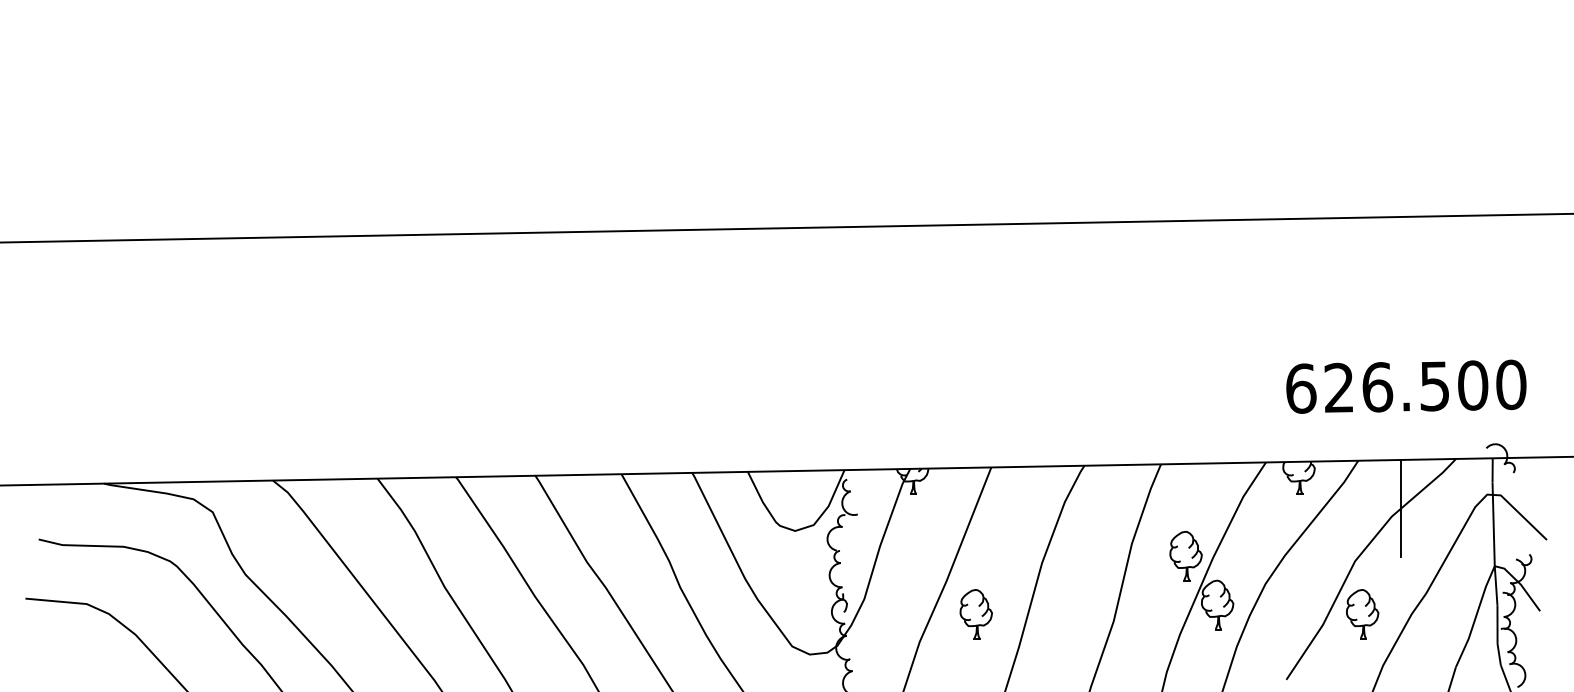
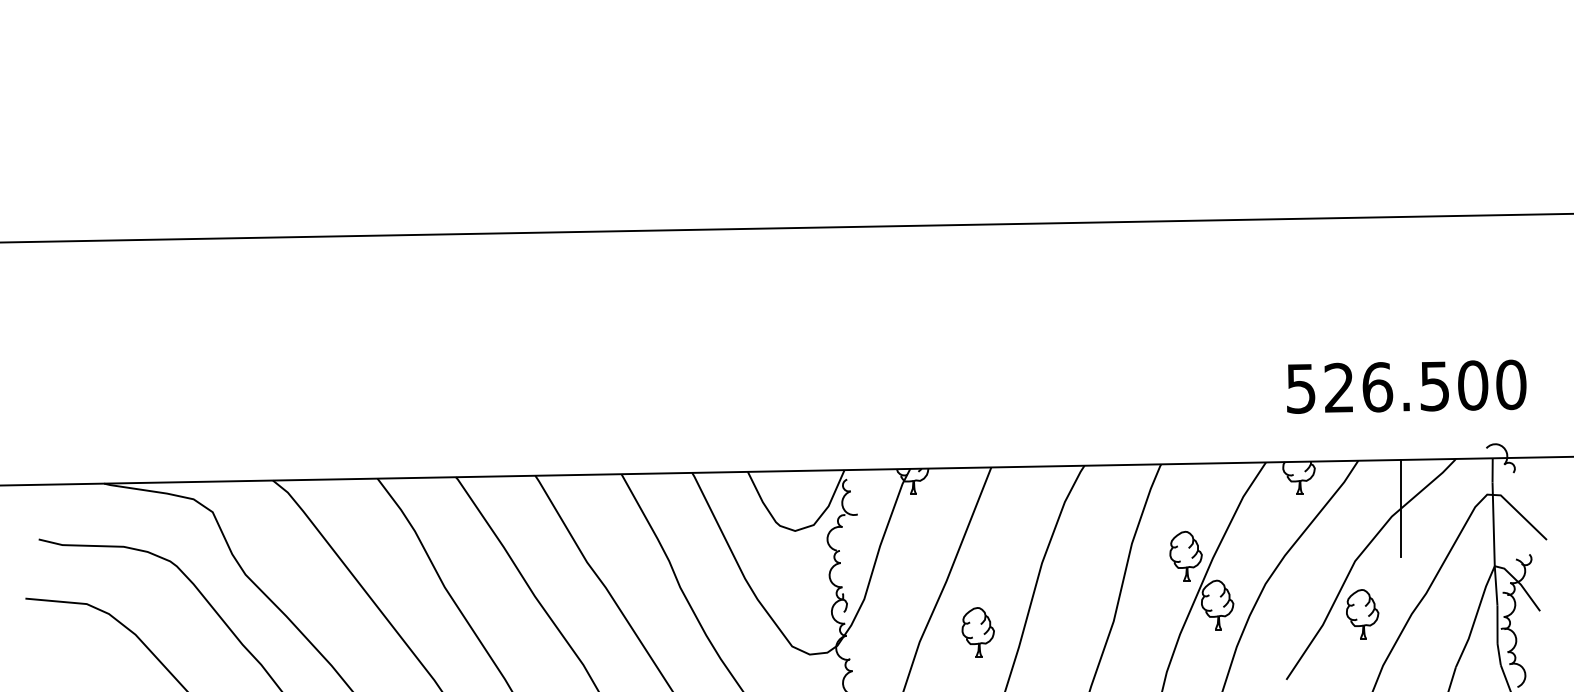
text at (1301, 388): 626.500 -> 526.500
part at (975, 614) position: (975, 614) -> (977, 632)
